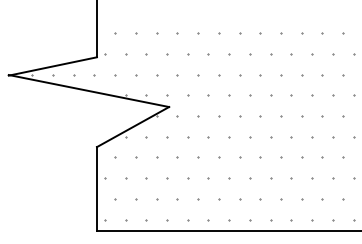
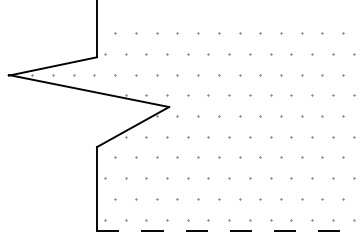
line at (228, 230): solid -> dashed
